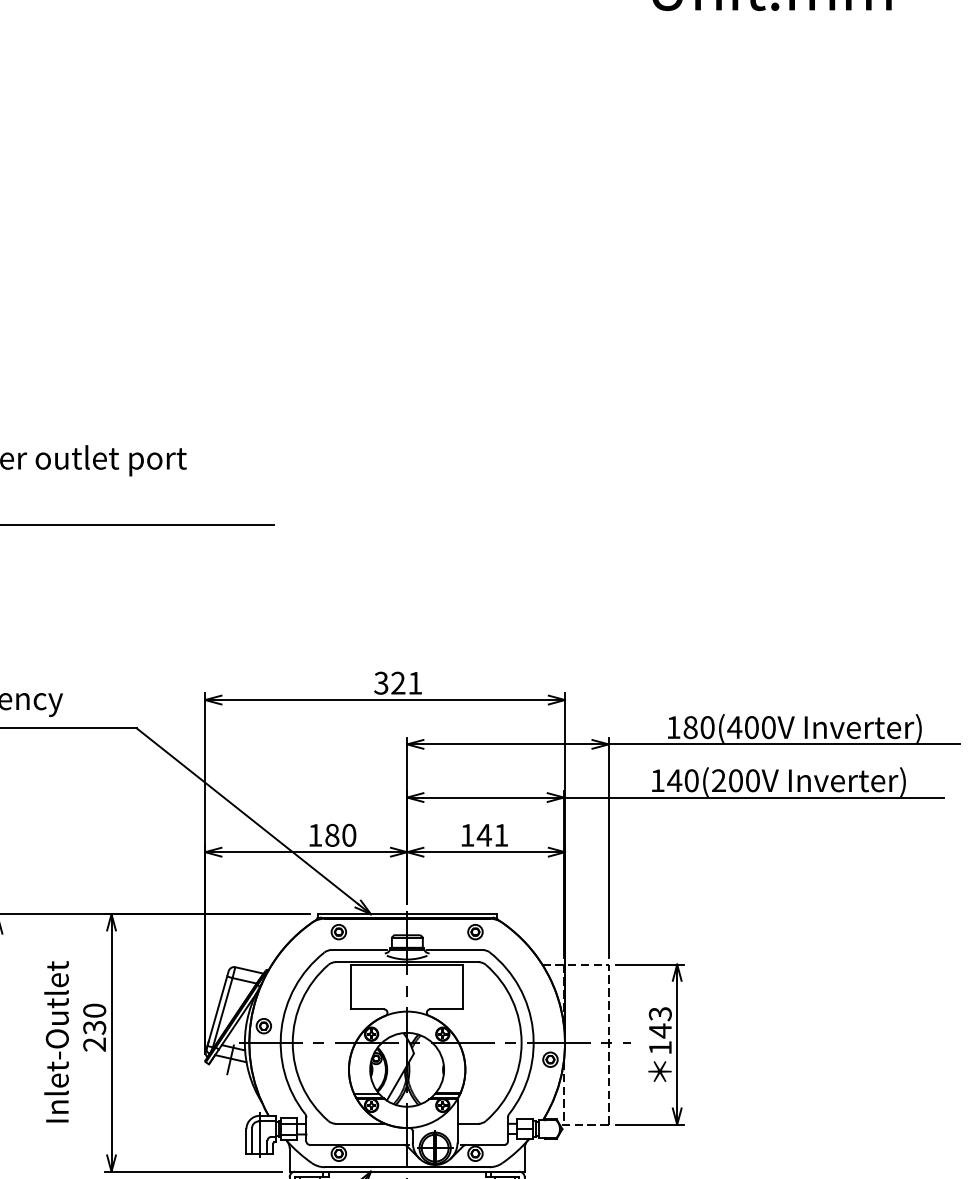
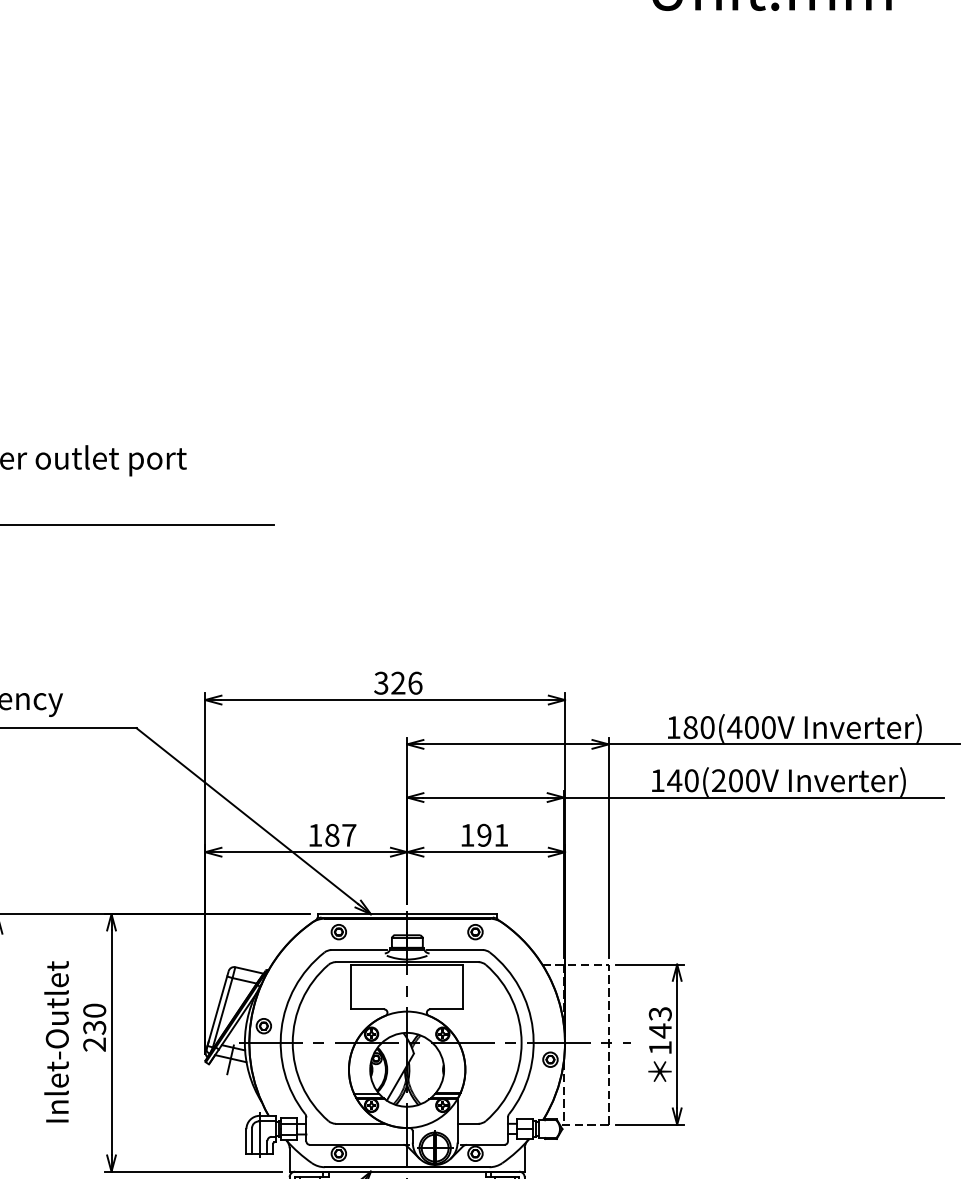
text at (415, 682): 321 -> 326
text at (349, 834): 180 -> 187
text at (483, 834): 141 -> 191
